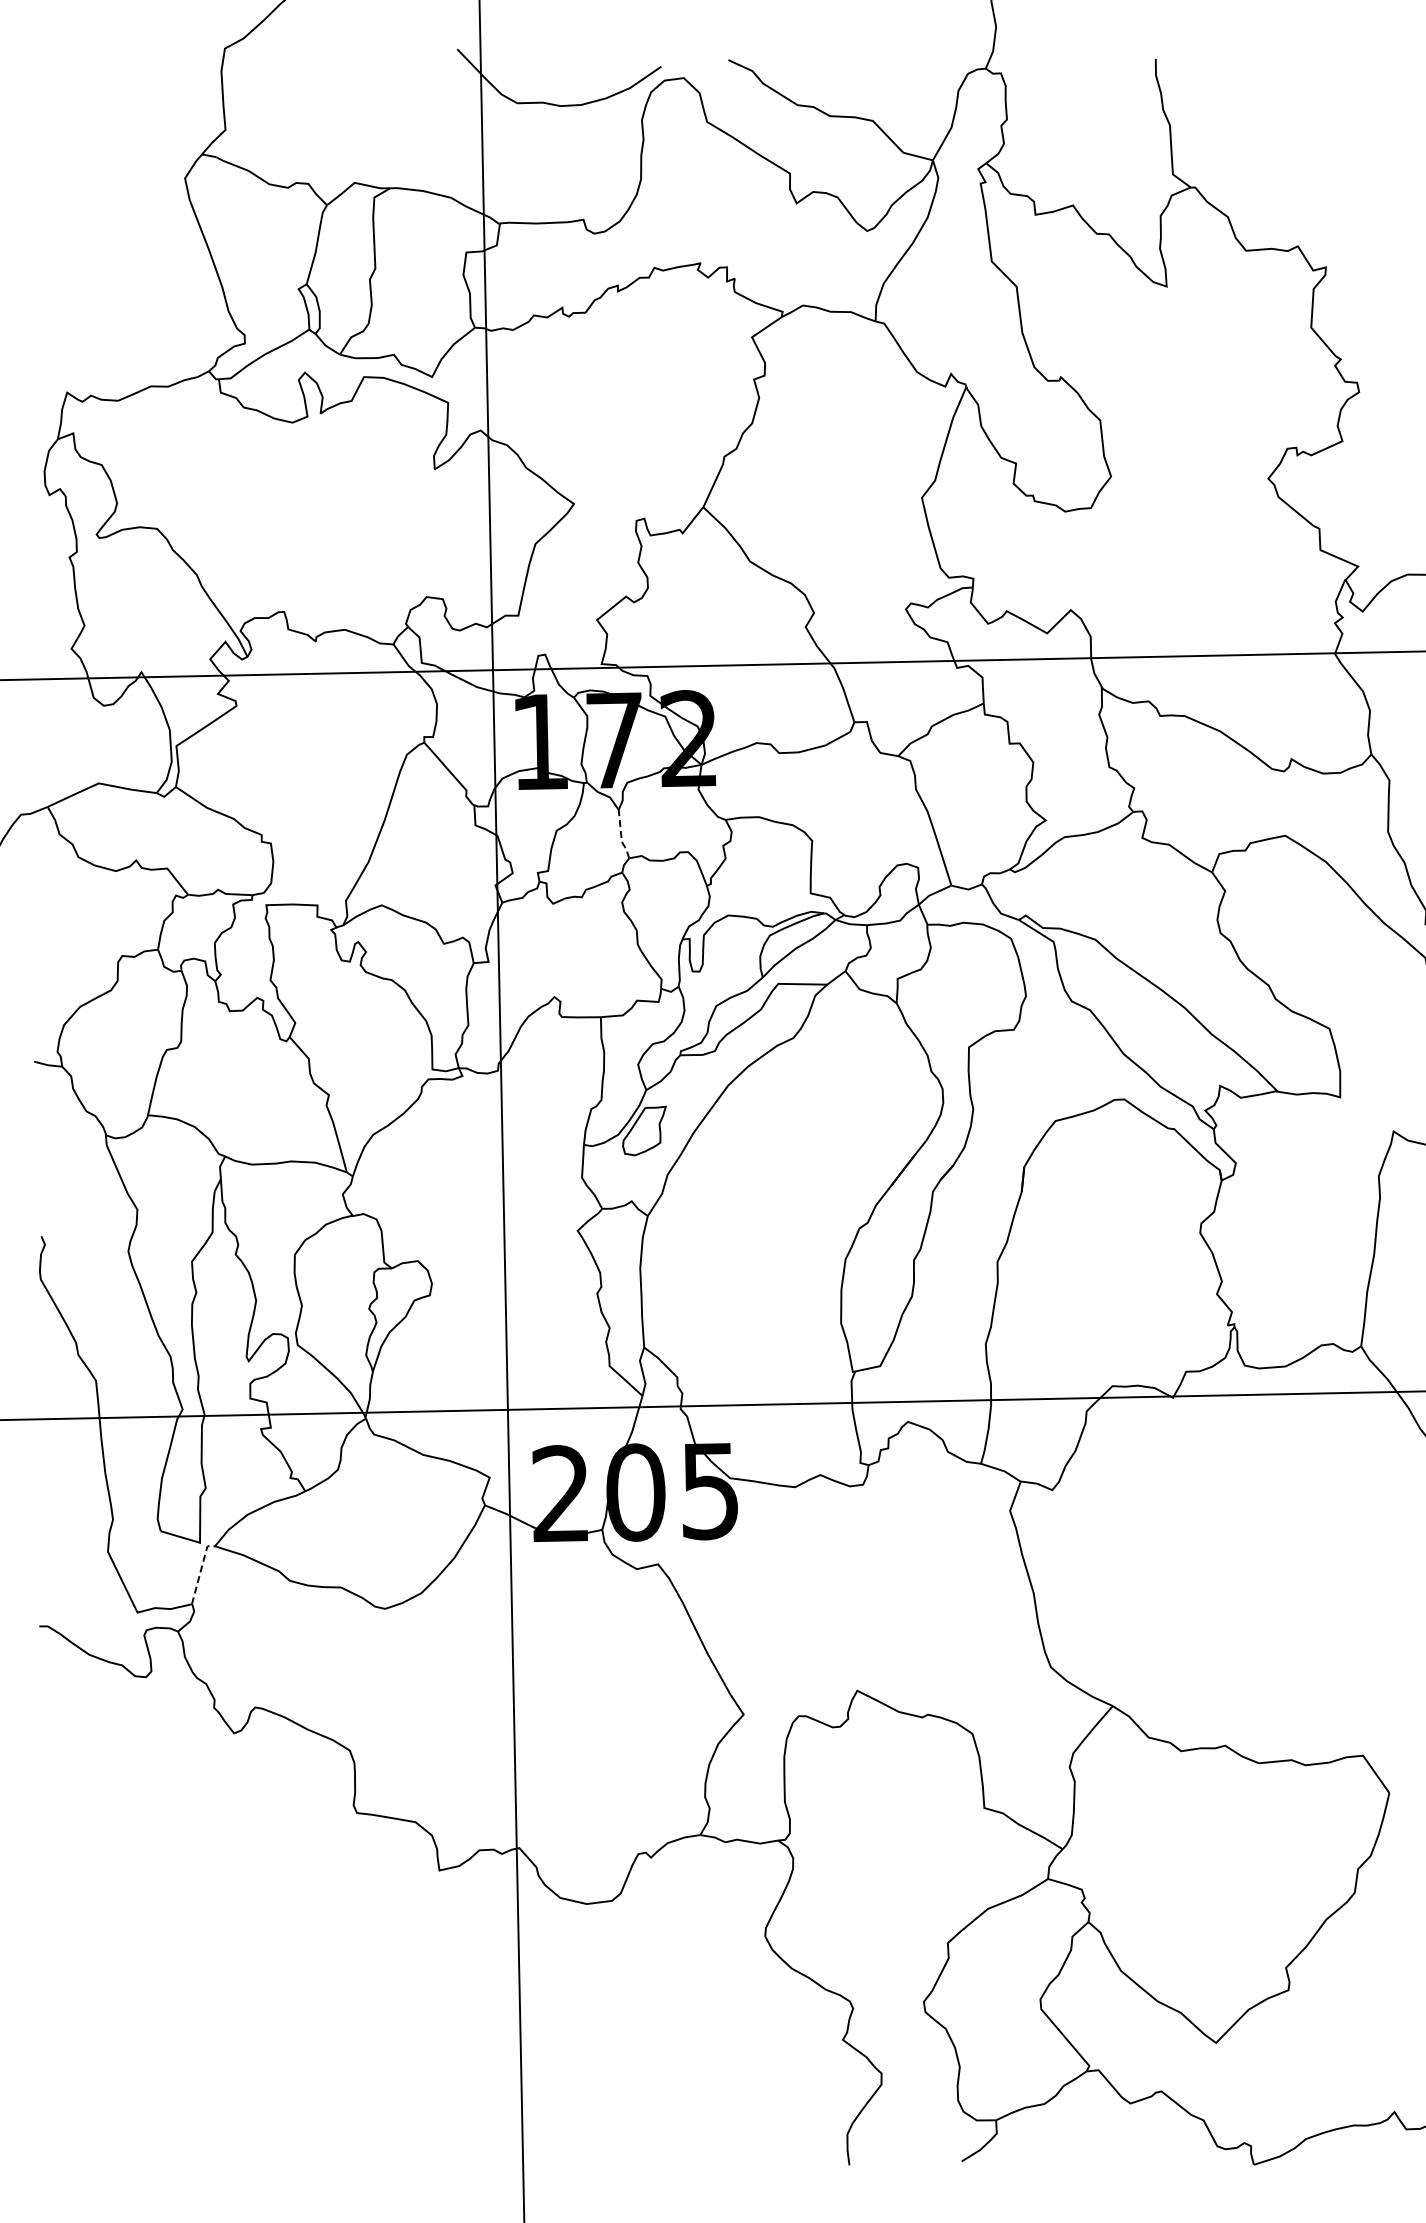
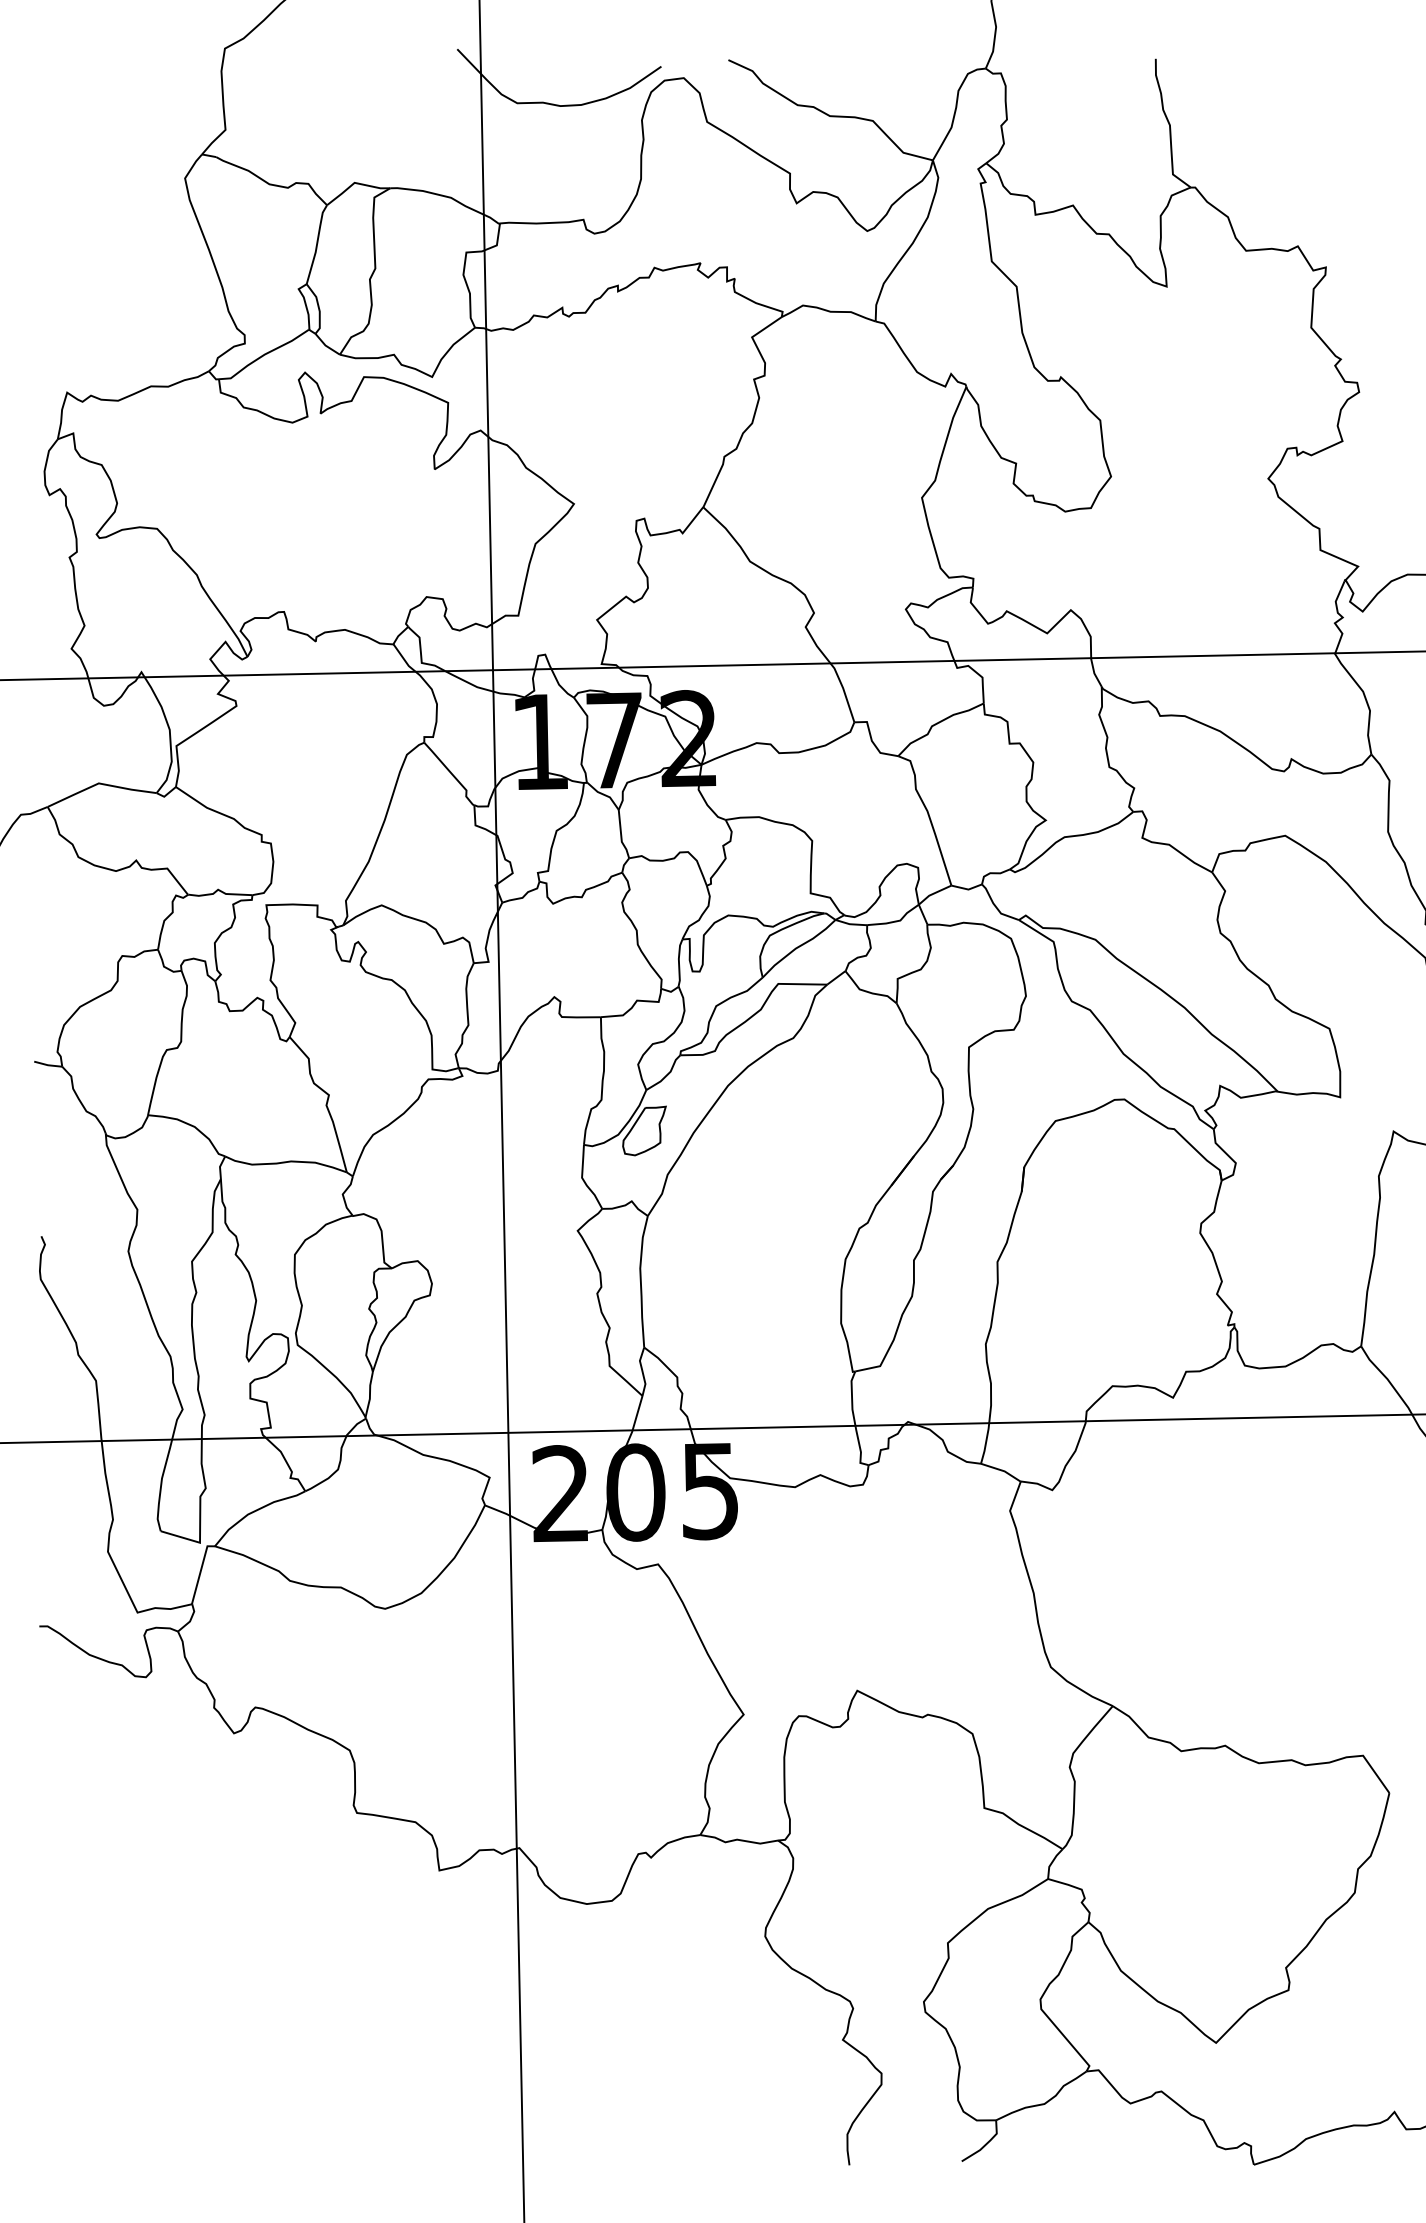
line at (621, 836): dashed -> solid
line at (712, 1405) position: (712, 1405) -> (712, 1428)
line at (200, 1571): dashed -> solid
